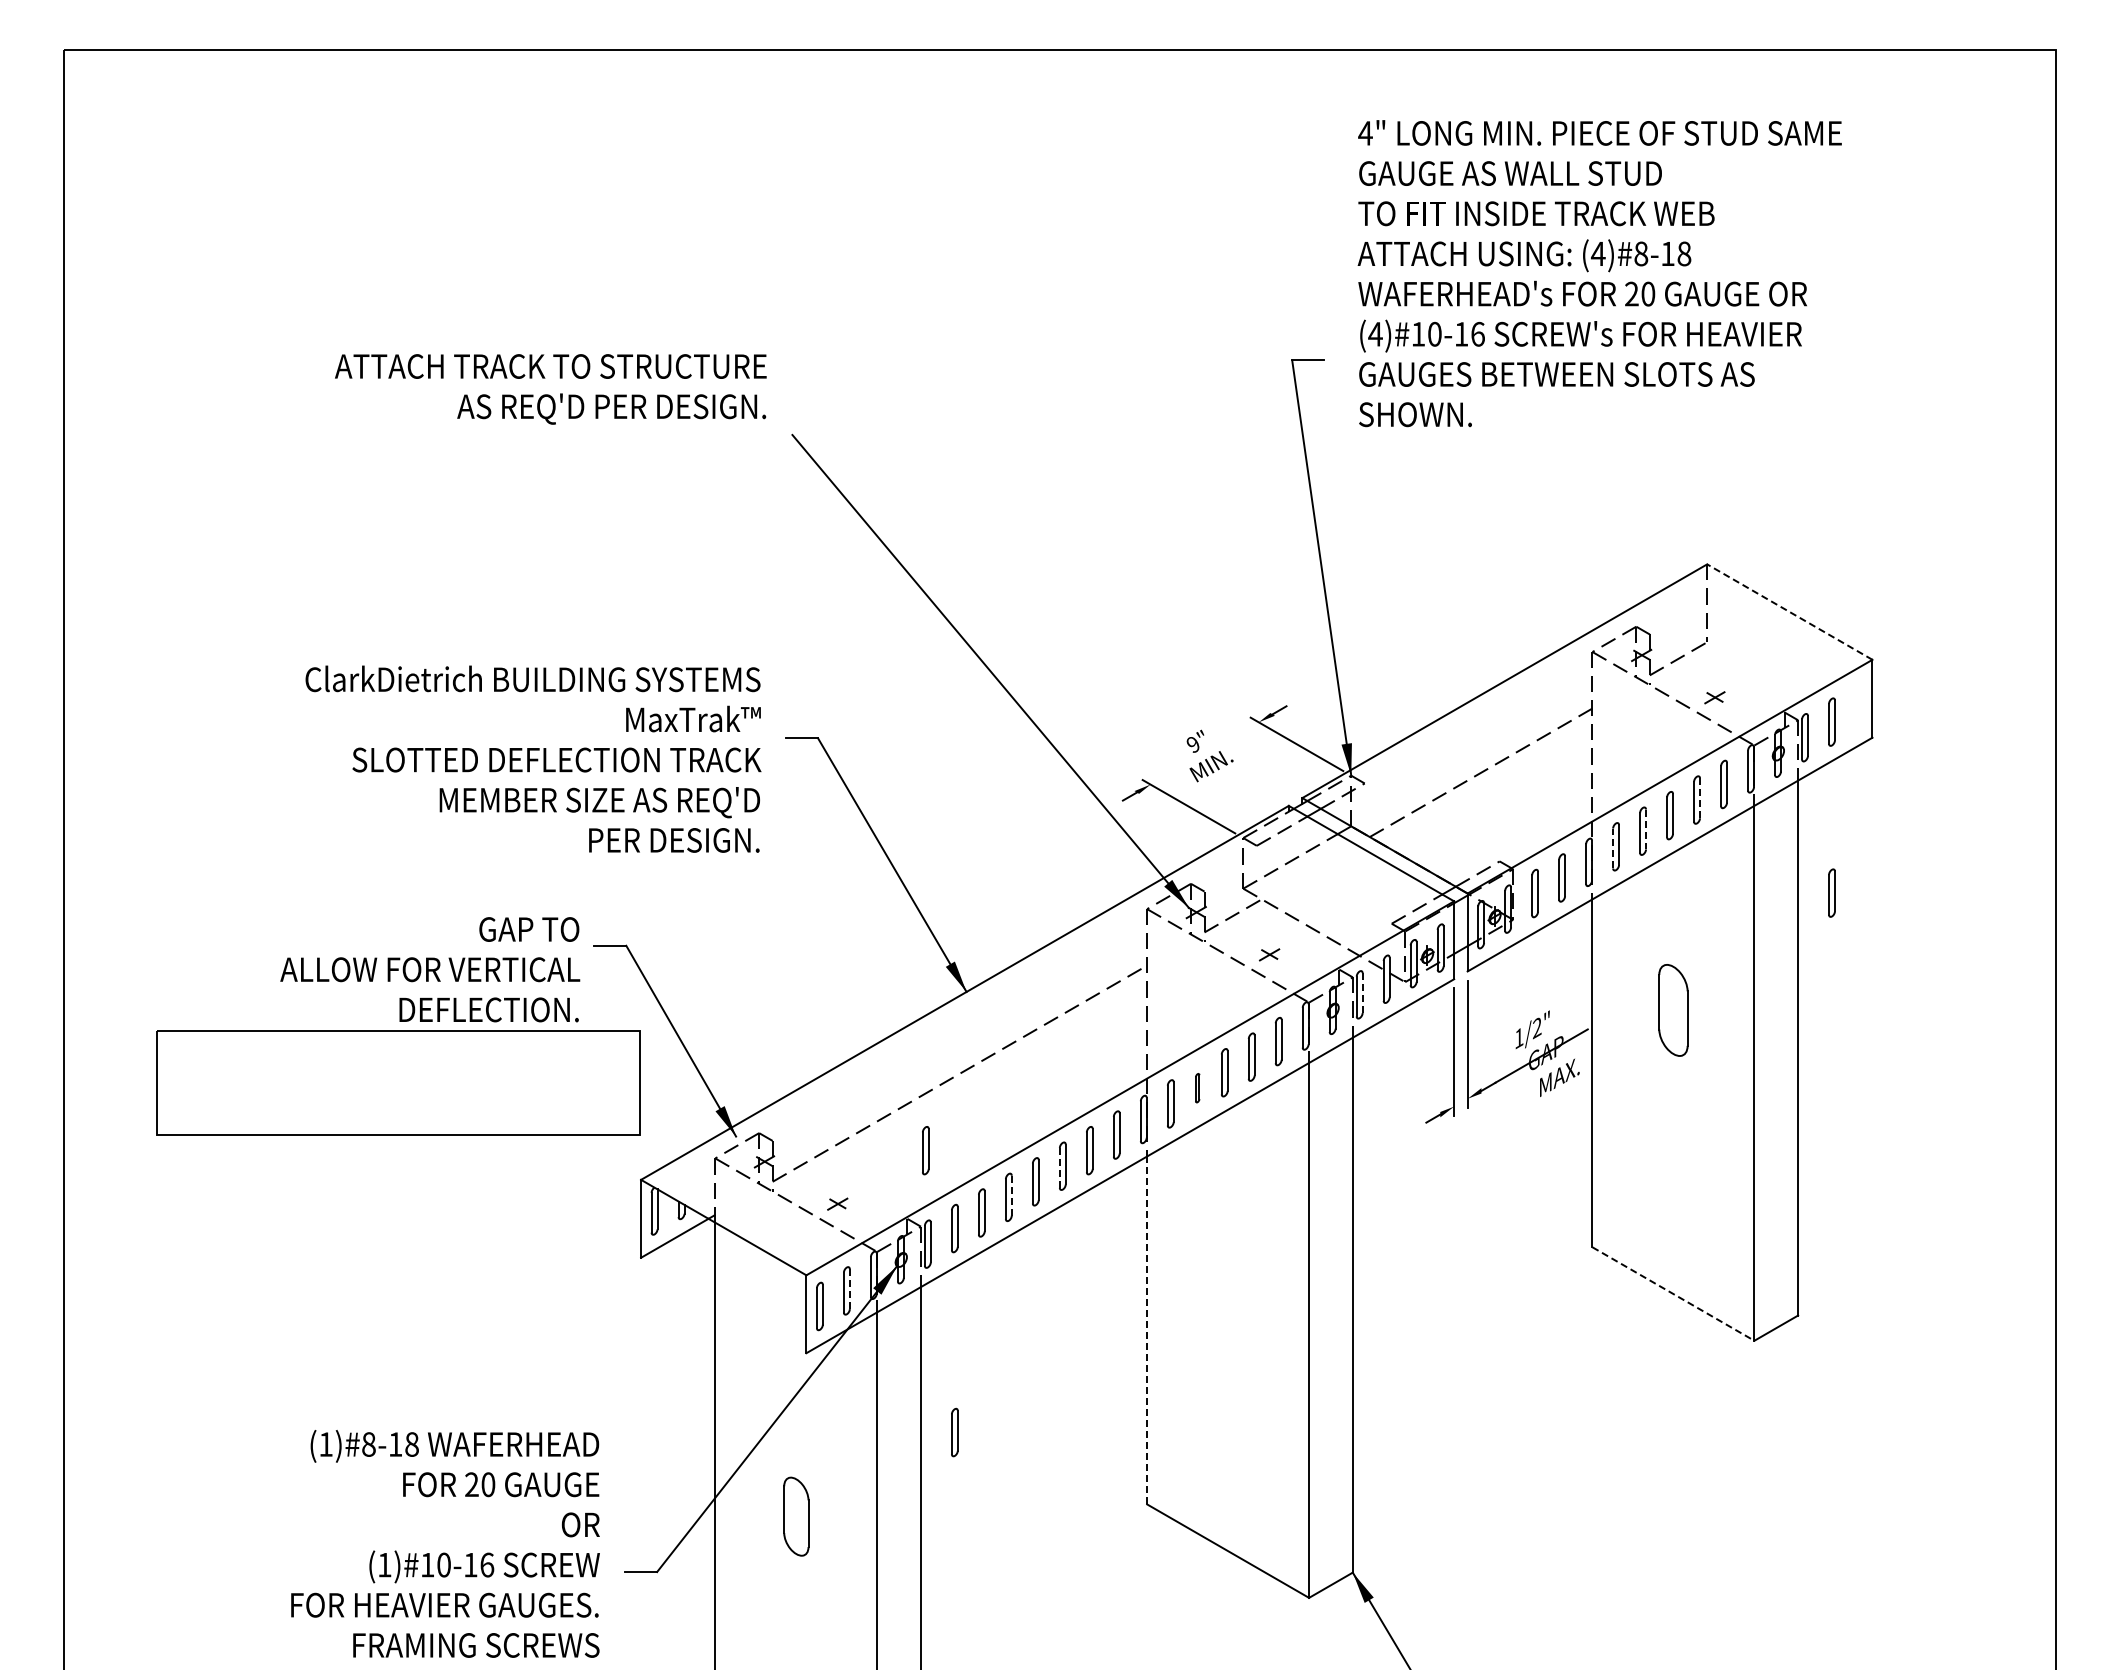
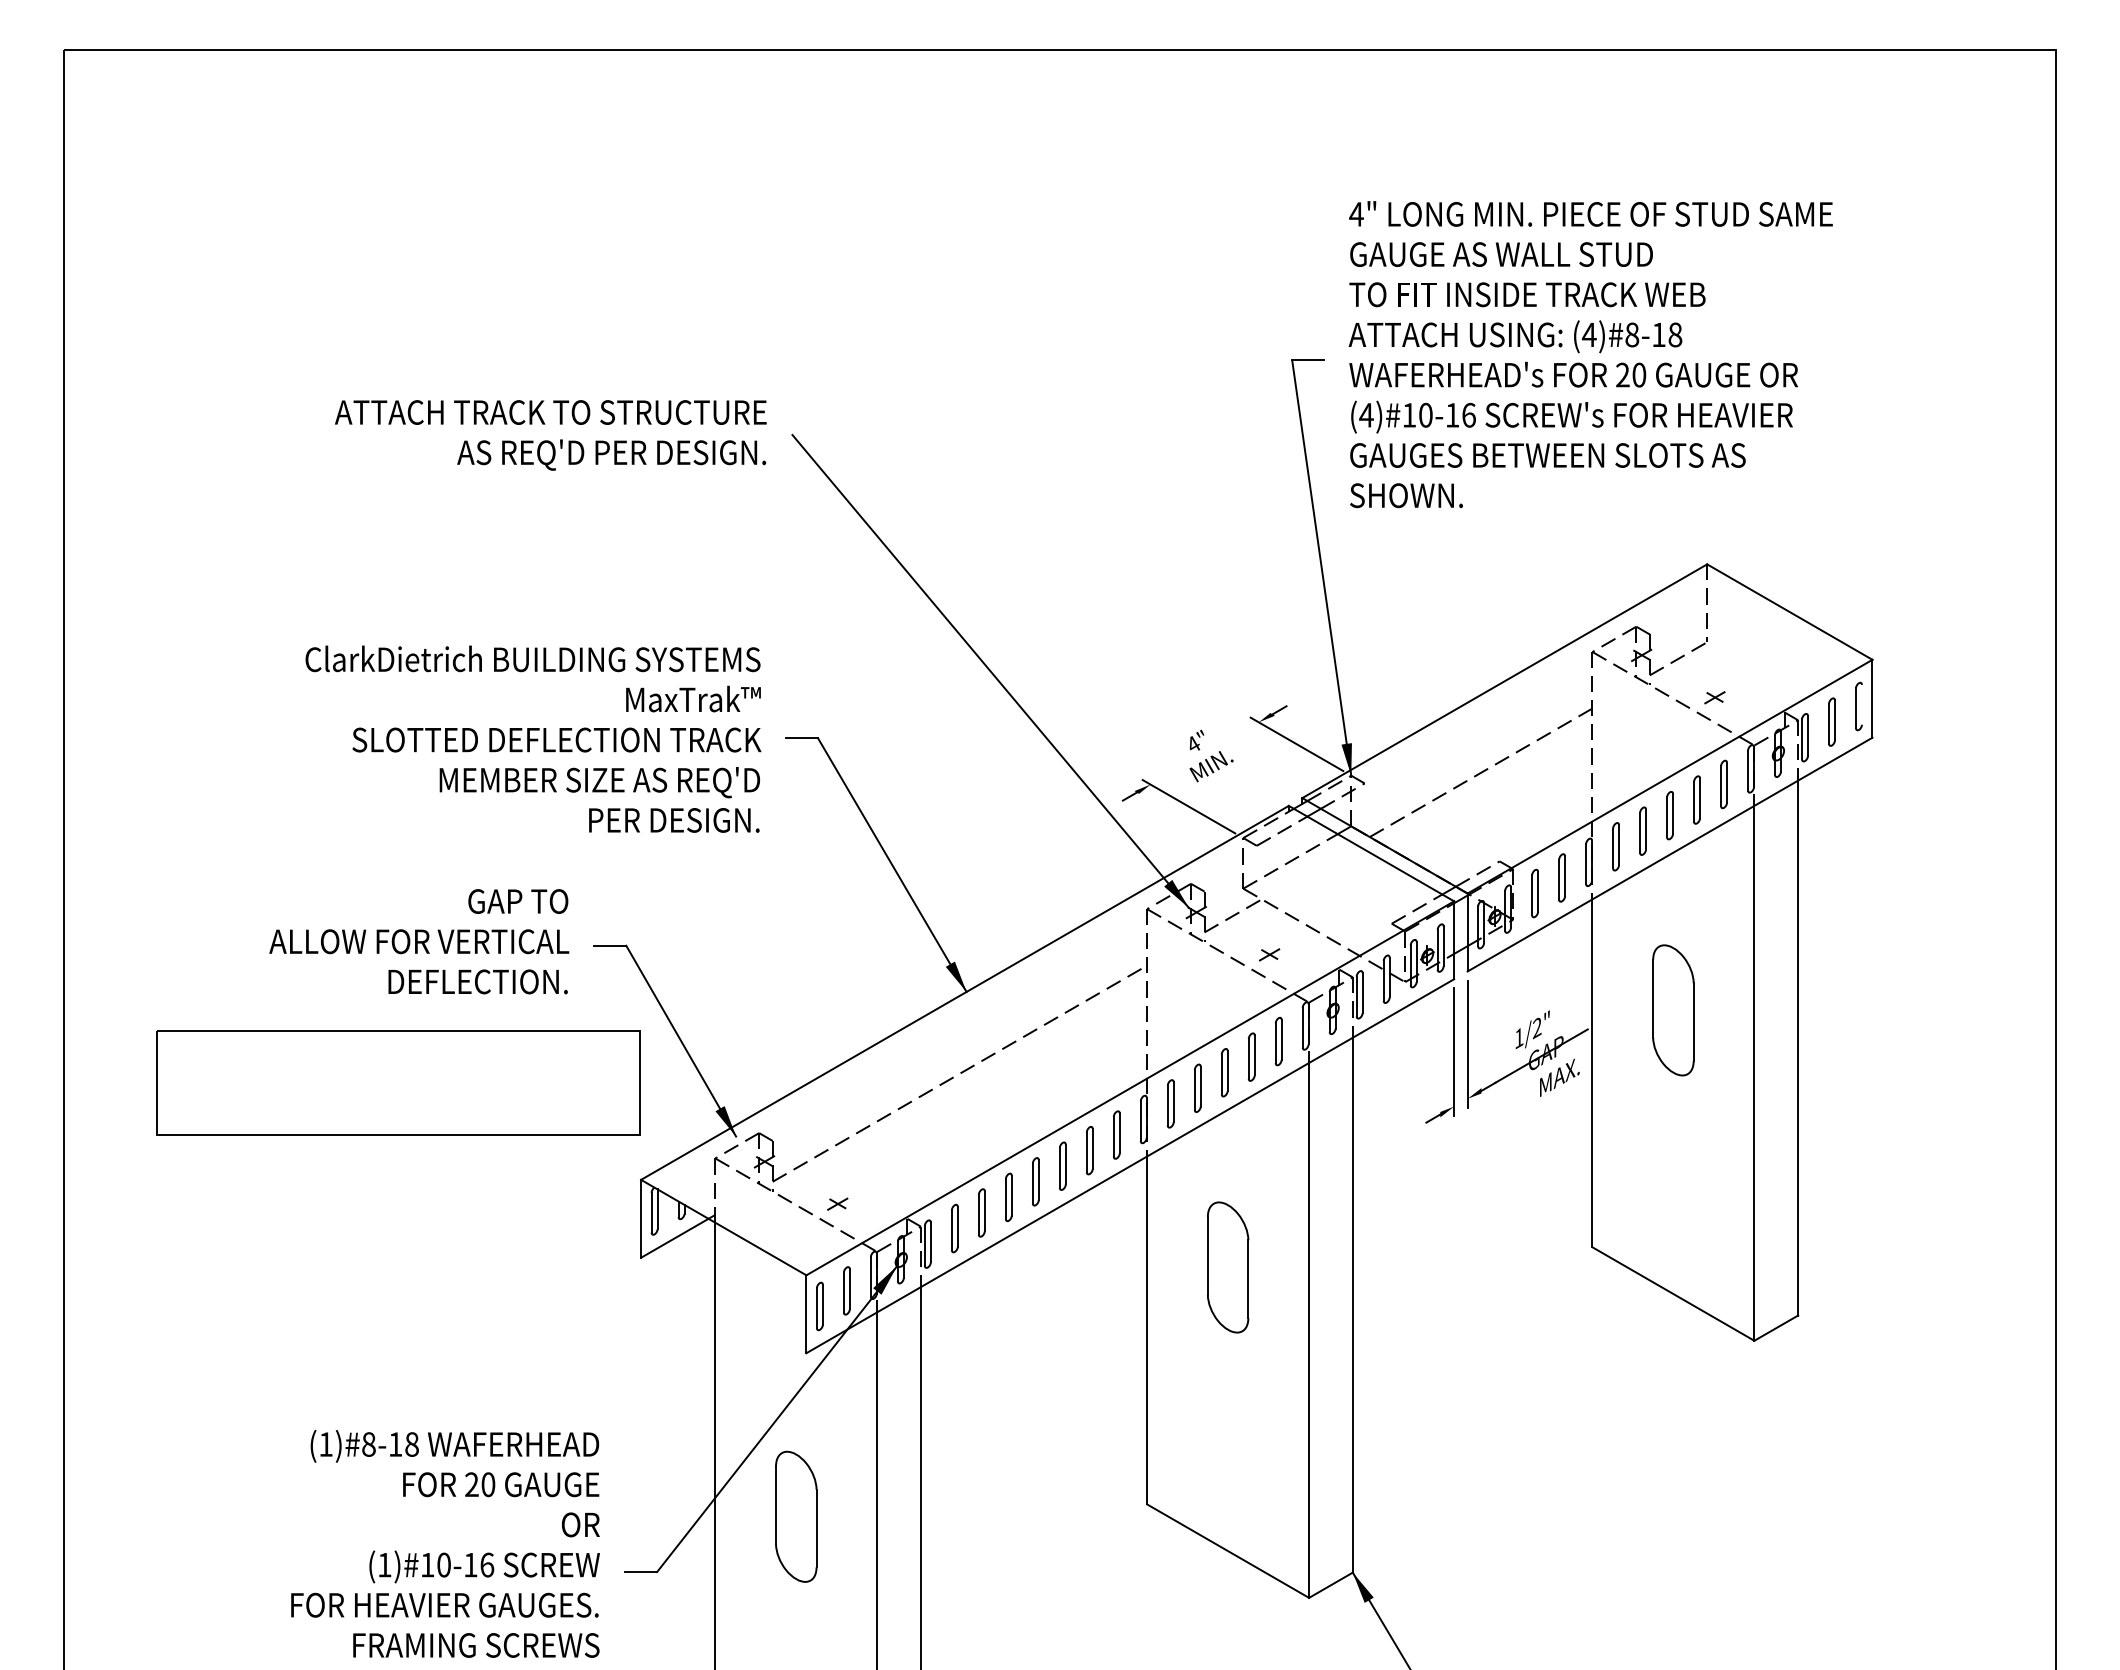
text at (1599, 273) position: (1599, 273) -> (1590, 354)
text at (550, 389) position: (550, 389) -> (550, 435)
line at (1789, 611): dashed -> solid
part at (1858, 706): none -> present
text at (1193, 744): 9" -> 4"
text at (533, 758) position: (533, 758) -> (533, 738)
line at (1700, 798): dashed -> solid
line at (1646, 829): dashed -> solid
line at (1613, 848): dashed -> solid
part at (1831, 892): present -> none
text at (430, 969) position: (430, 969) -> (419, 941)
line at (1362, 993): dashed -> solid
part at (1673, 1010) size: 31x93 px -> 43x133 px
part at (1197, 1088) size: 6x31 px -> 9x50 px
part at (925, 1150): present -> none
line at (1059, 1167): dashed -> solid
line at (1011, 1195): dashed -> solid
part at (1228, 1267): none -> present
line at (849, 1289): dashed -> solid
line at (1673, 1294): dashed -> solid
line at (1147, 1330): dashed -> solid
part at (954, 1432): present -> none
part at (796, 1516) size: 27x81 px -> 43x133 px
